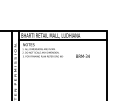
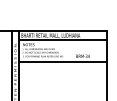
line at (63, 62): none -> present
